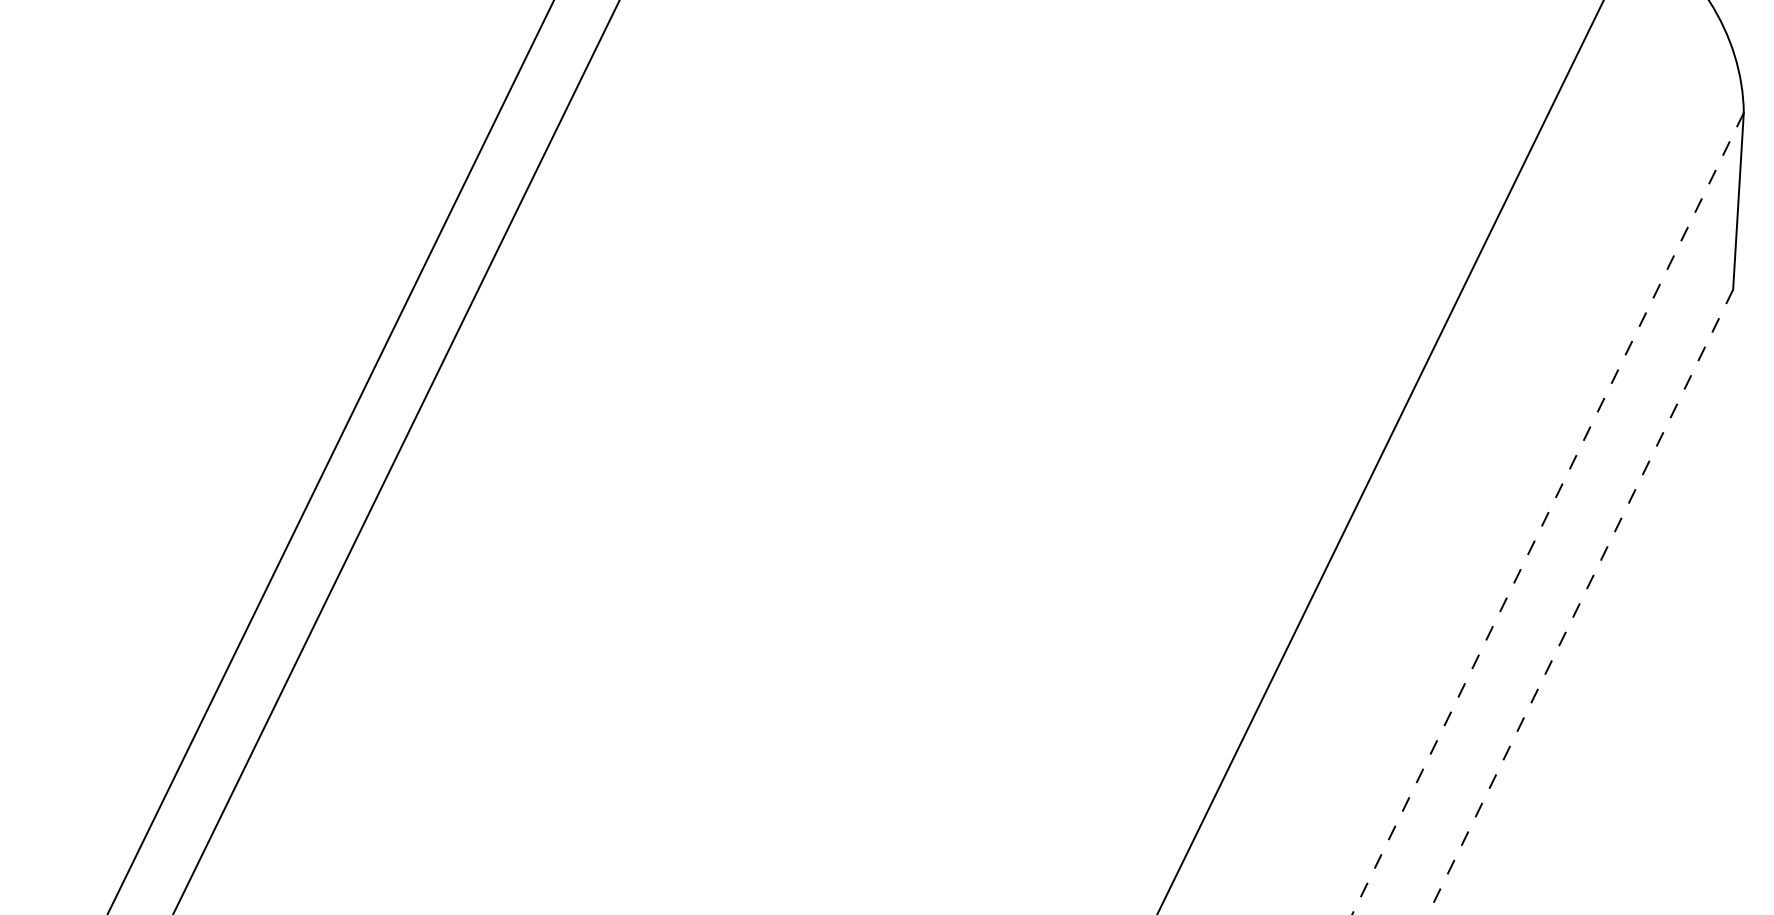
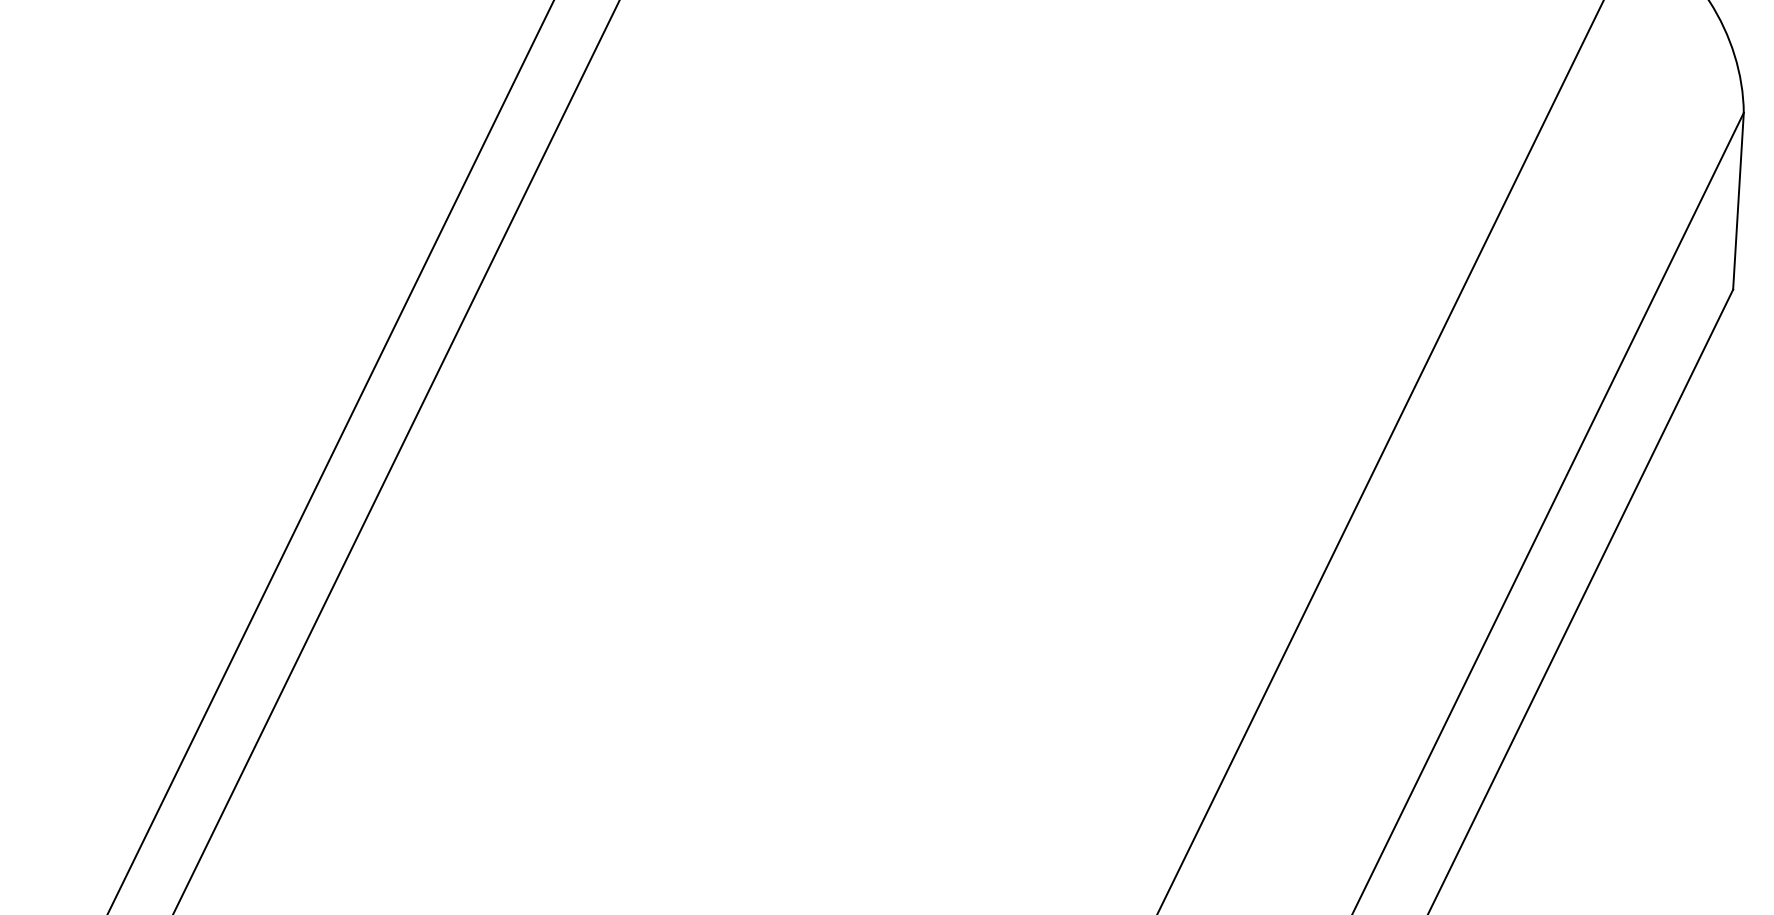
line at (1548, 513): dashed -> solid
line at (1580, 602): dashed -> solid
